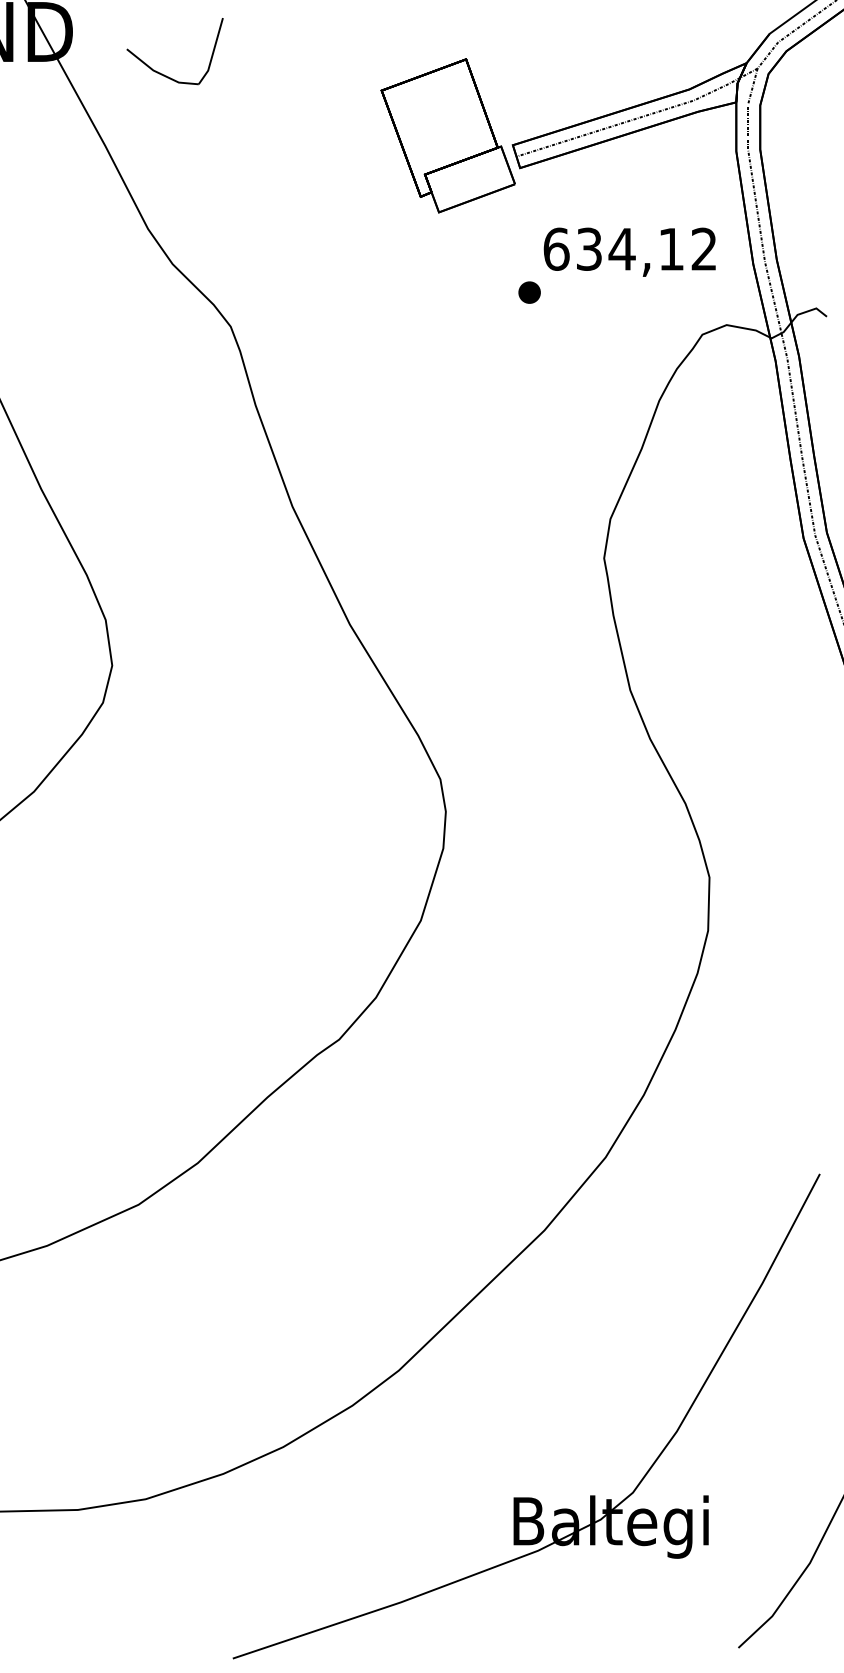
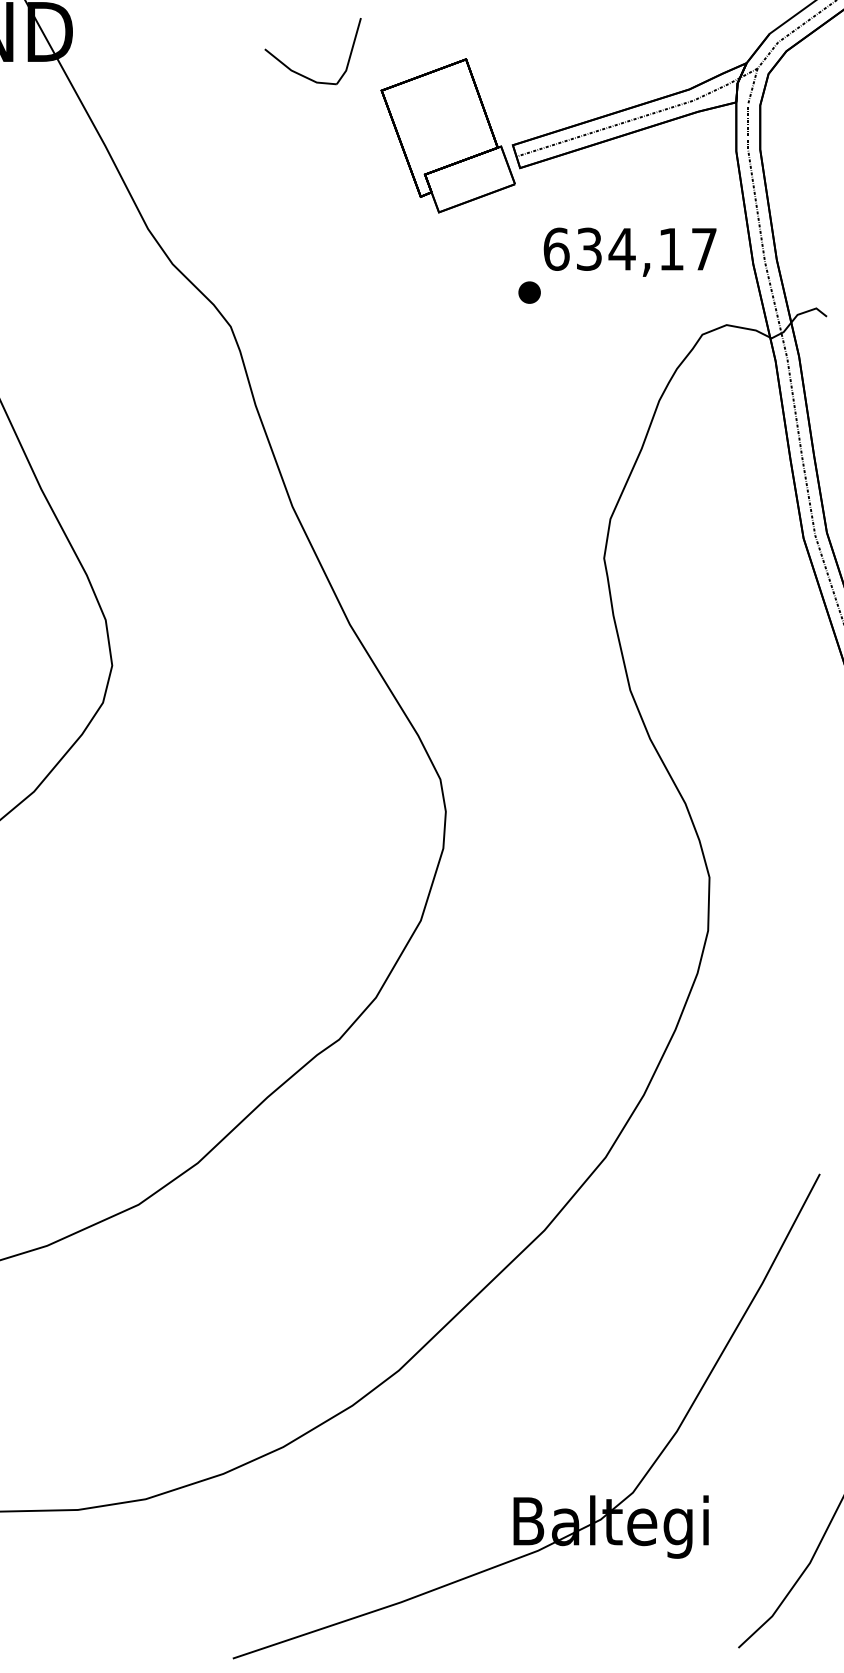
part at (162, 73) position: (162, 73) -> (300, 73)
text at (703, 248): 634,12 -> 634,17
